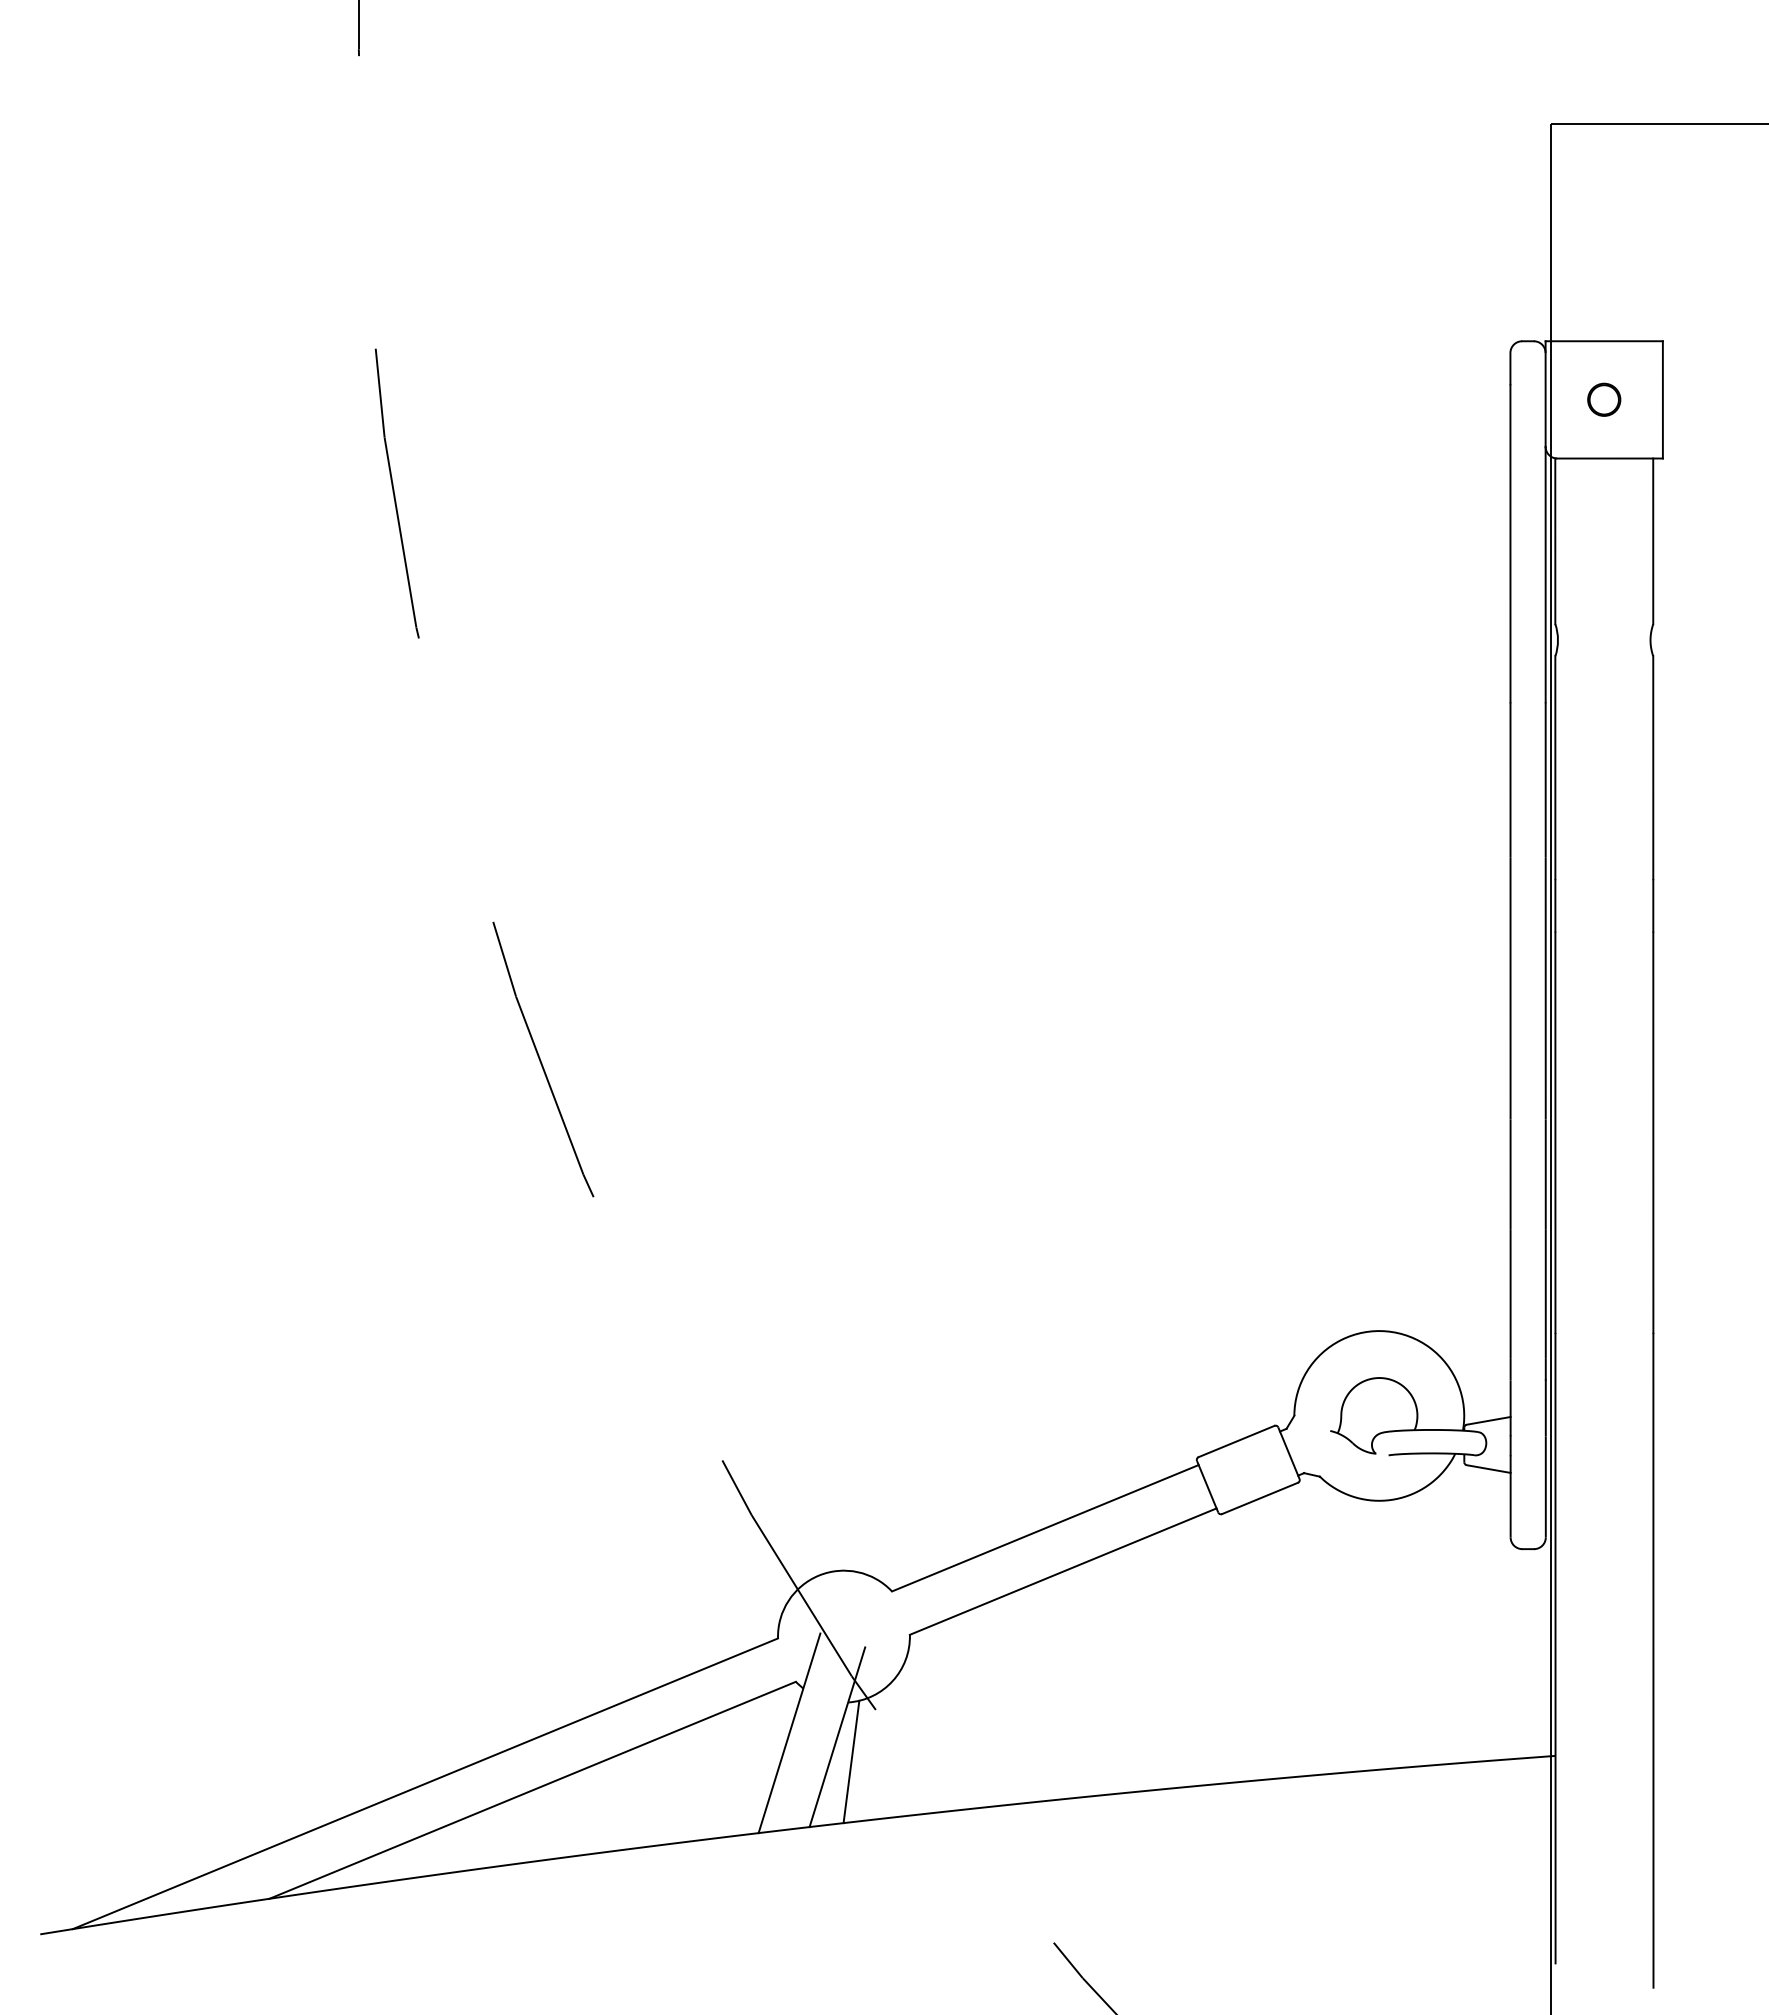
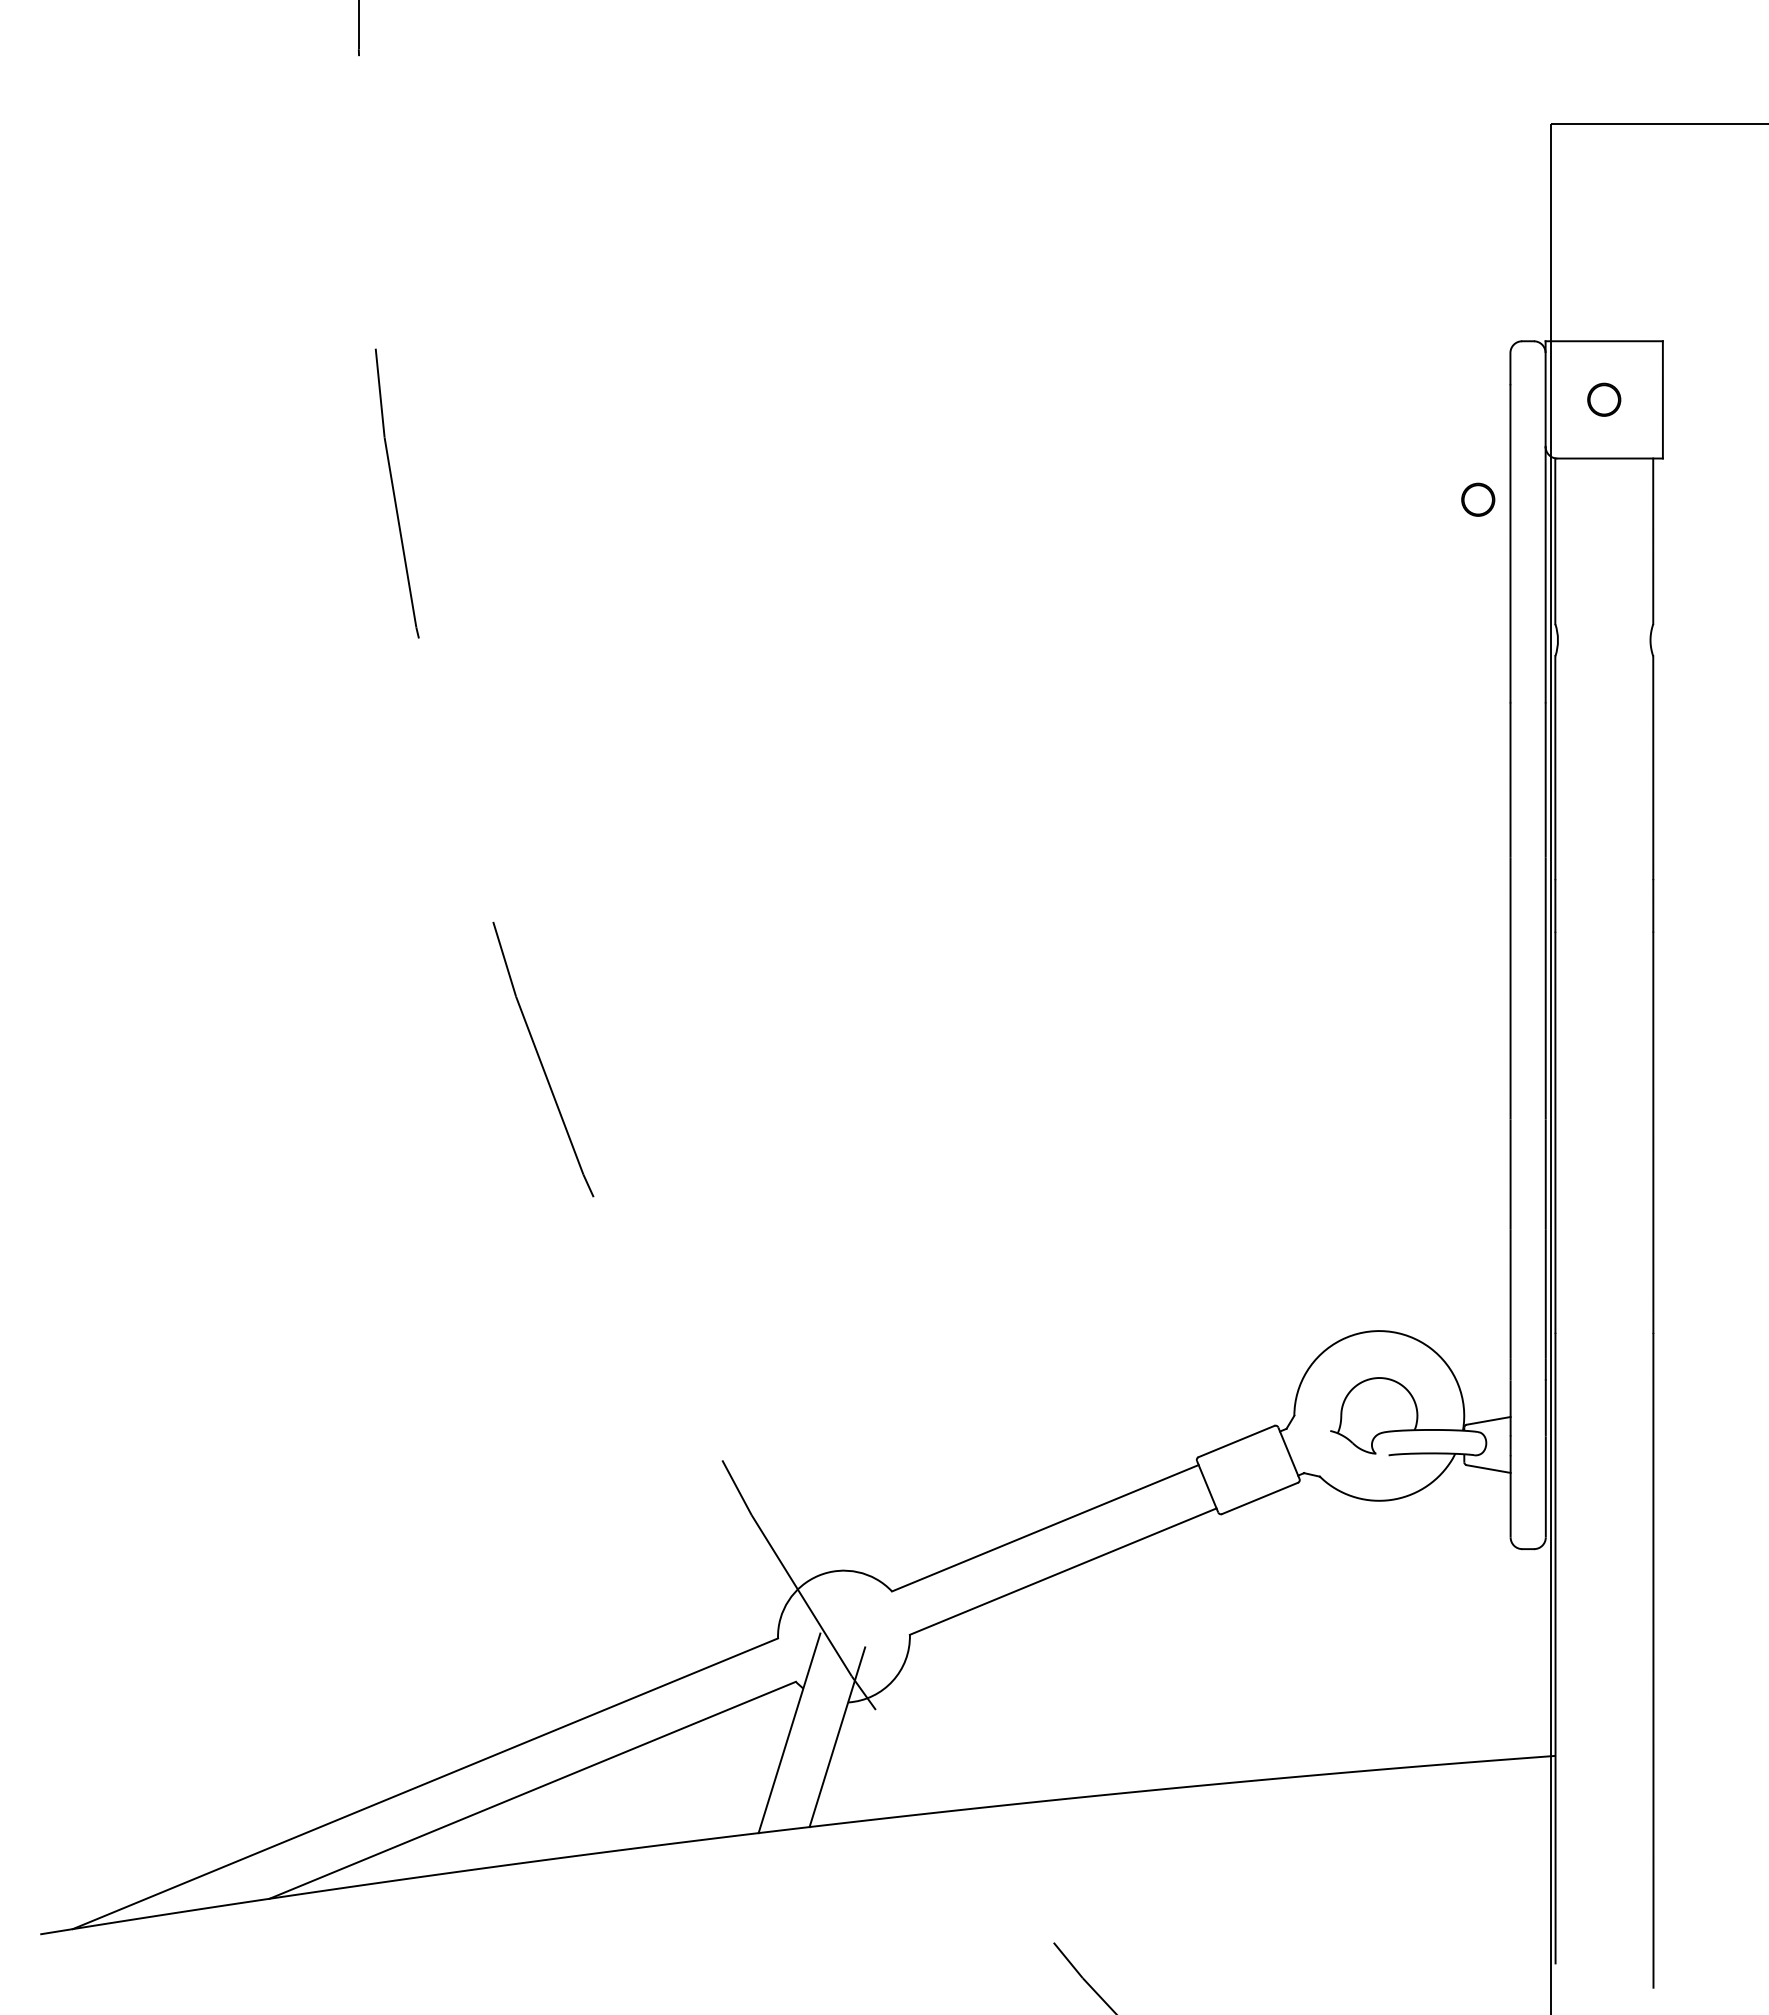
part at (1478, 499): none -> present
line at (851, 1761): present -> none
